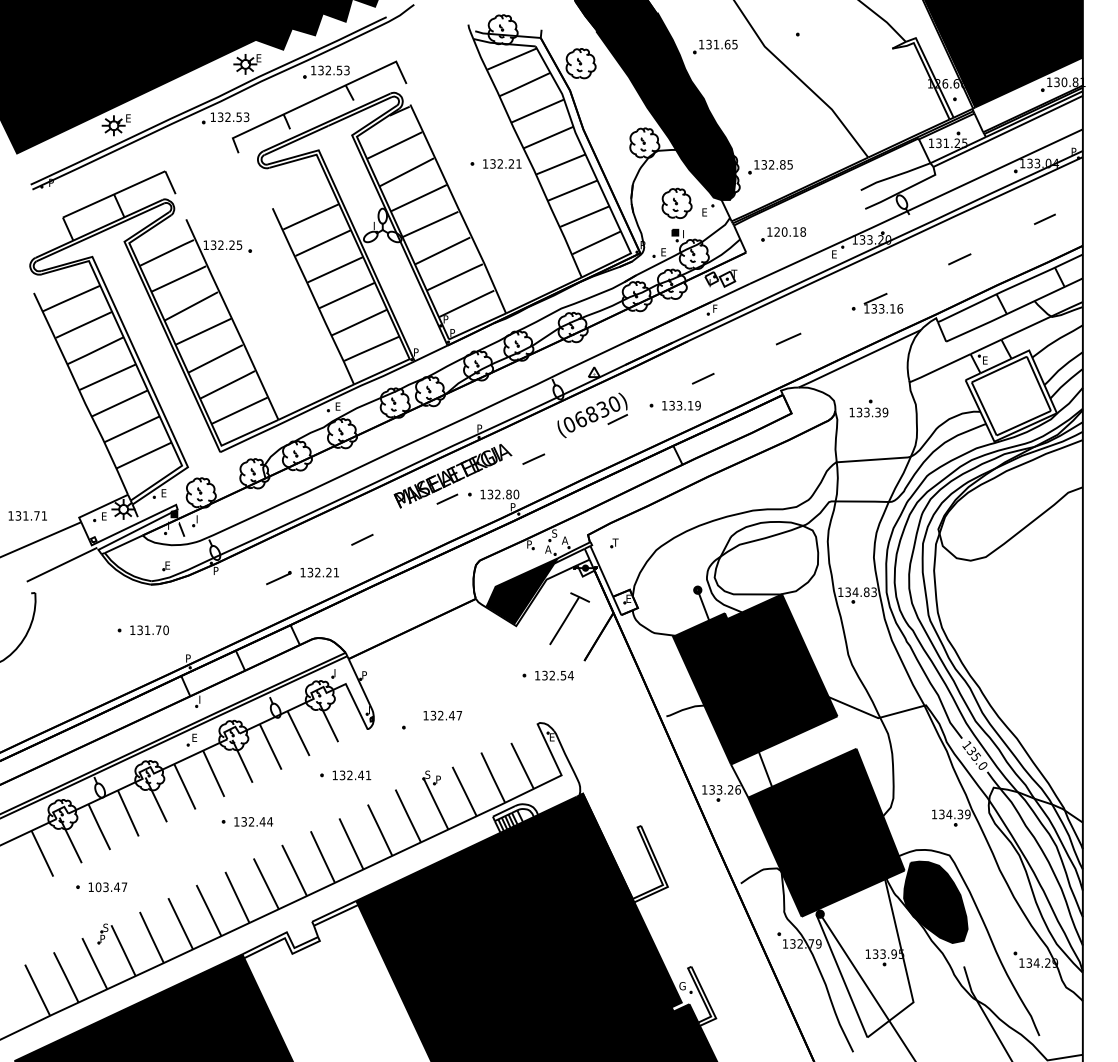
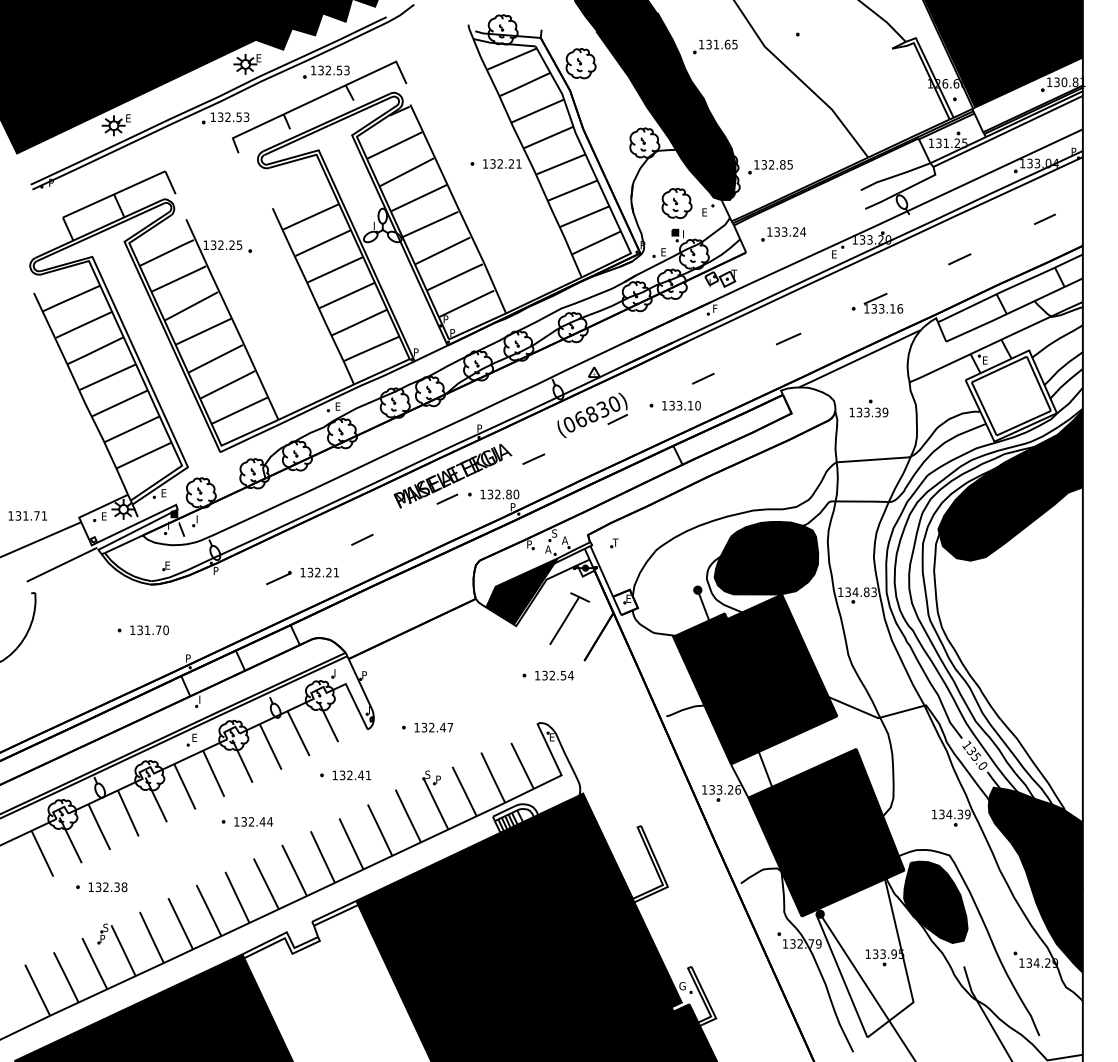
text at (789, 231): 120.18 -> 133.24
text at (697, 405): 133.19 -> 133.10
fill at (1010, 485): none -> present
fill at (766, 557): none -> present
text at (442, 715) position: (442, 715) -> (433, 727)
fill at (1035, 879): none -> present
text at (111, 887): 103.47 -> 132.38
